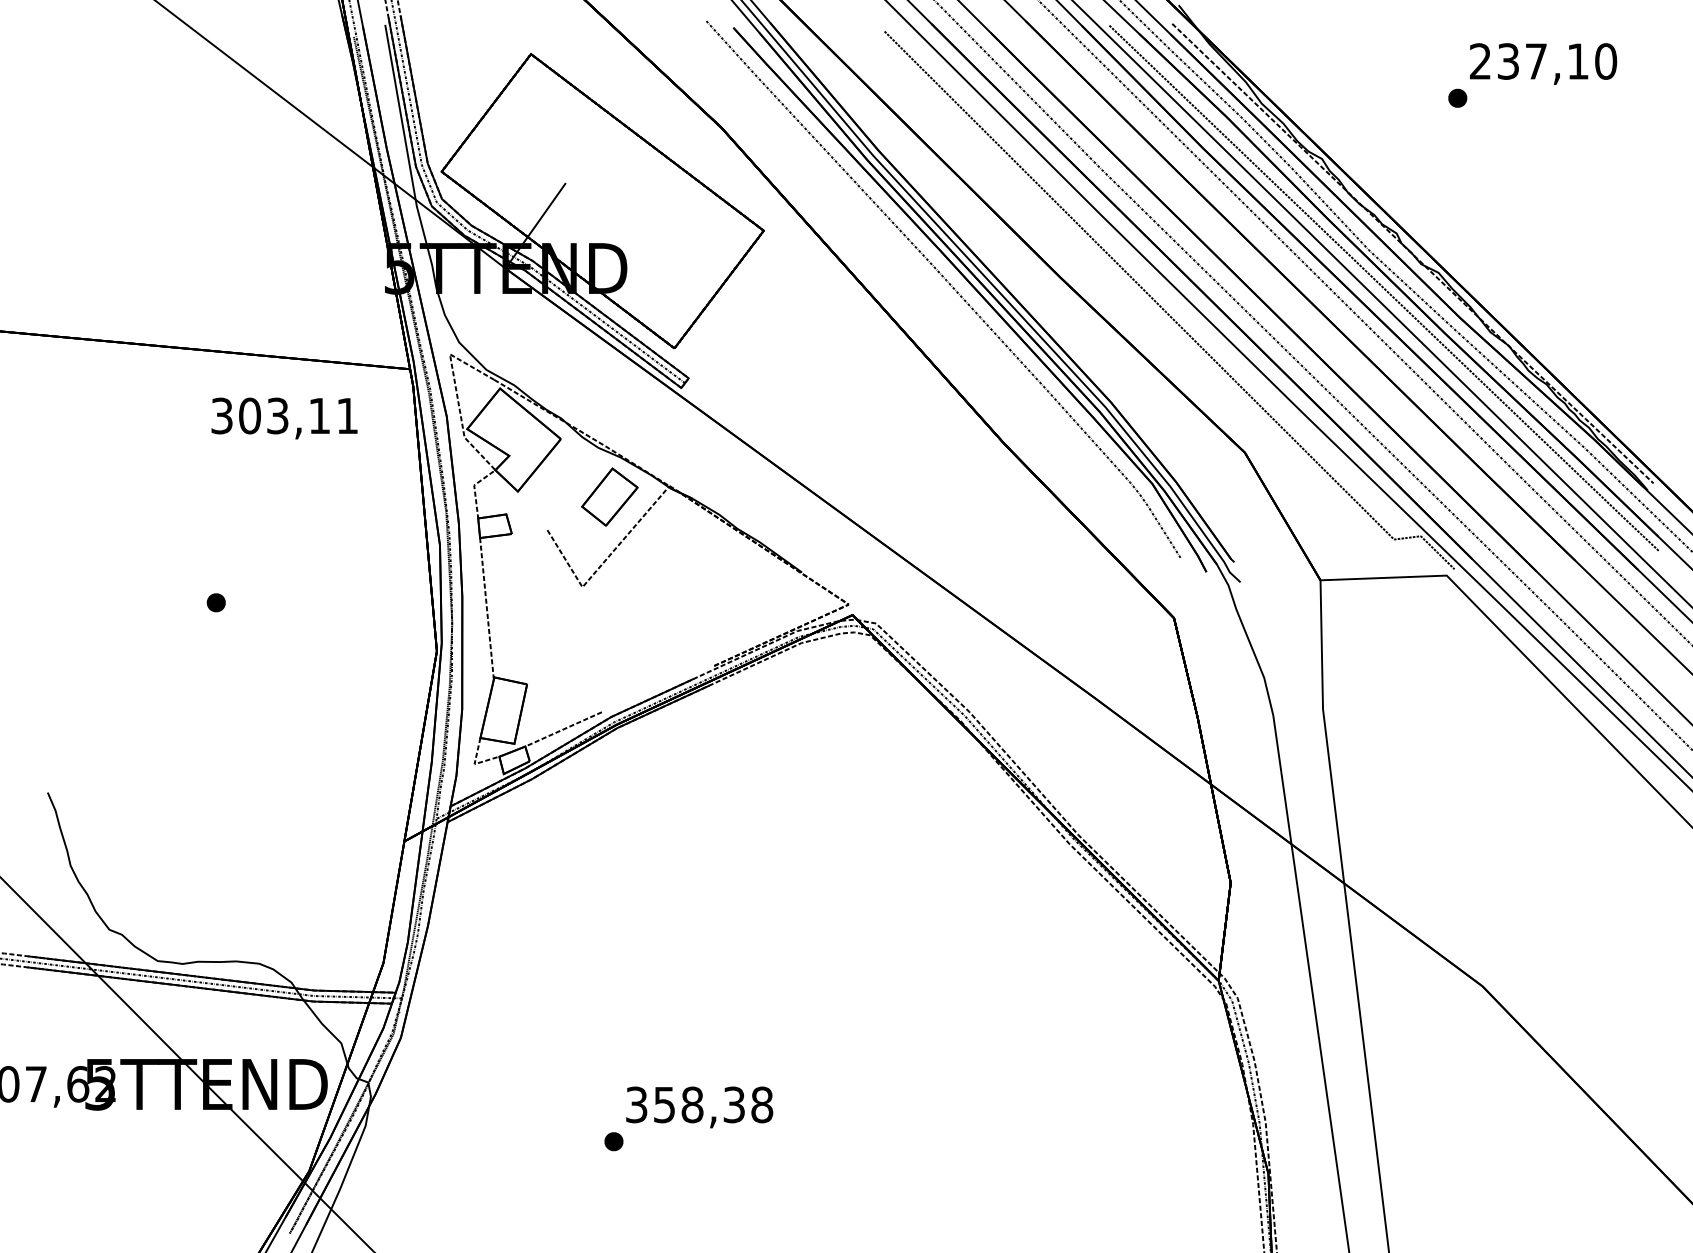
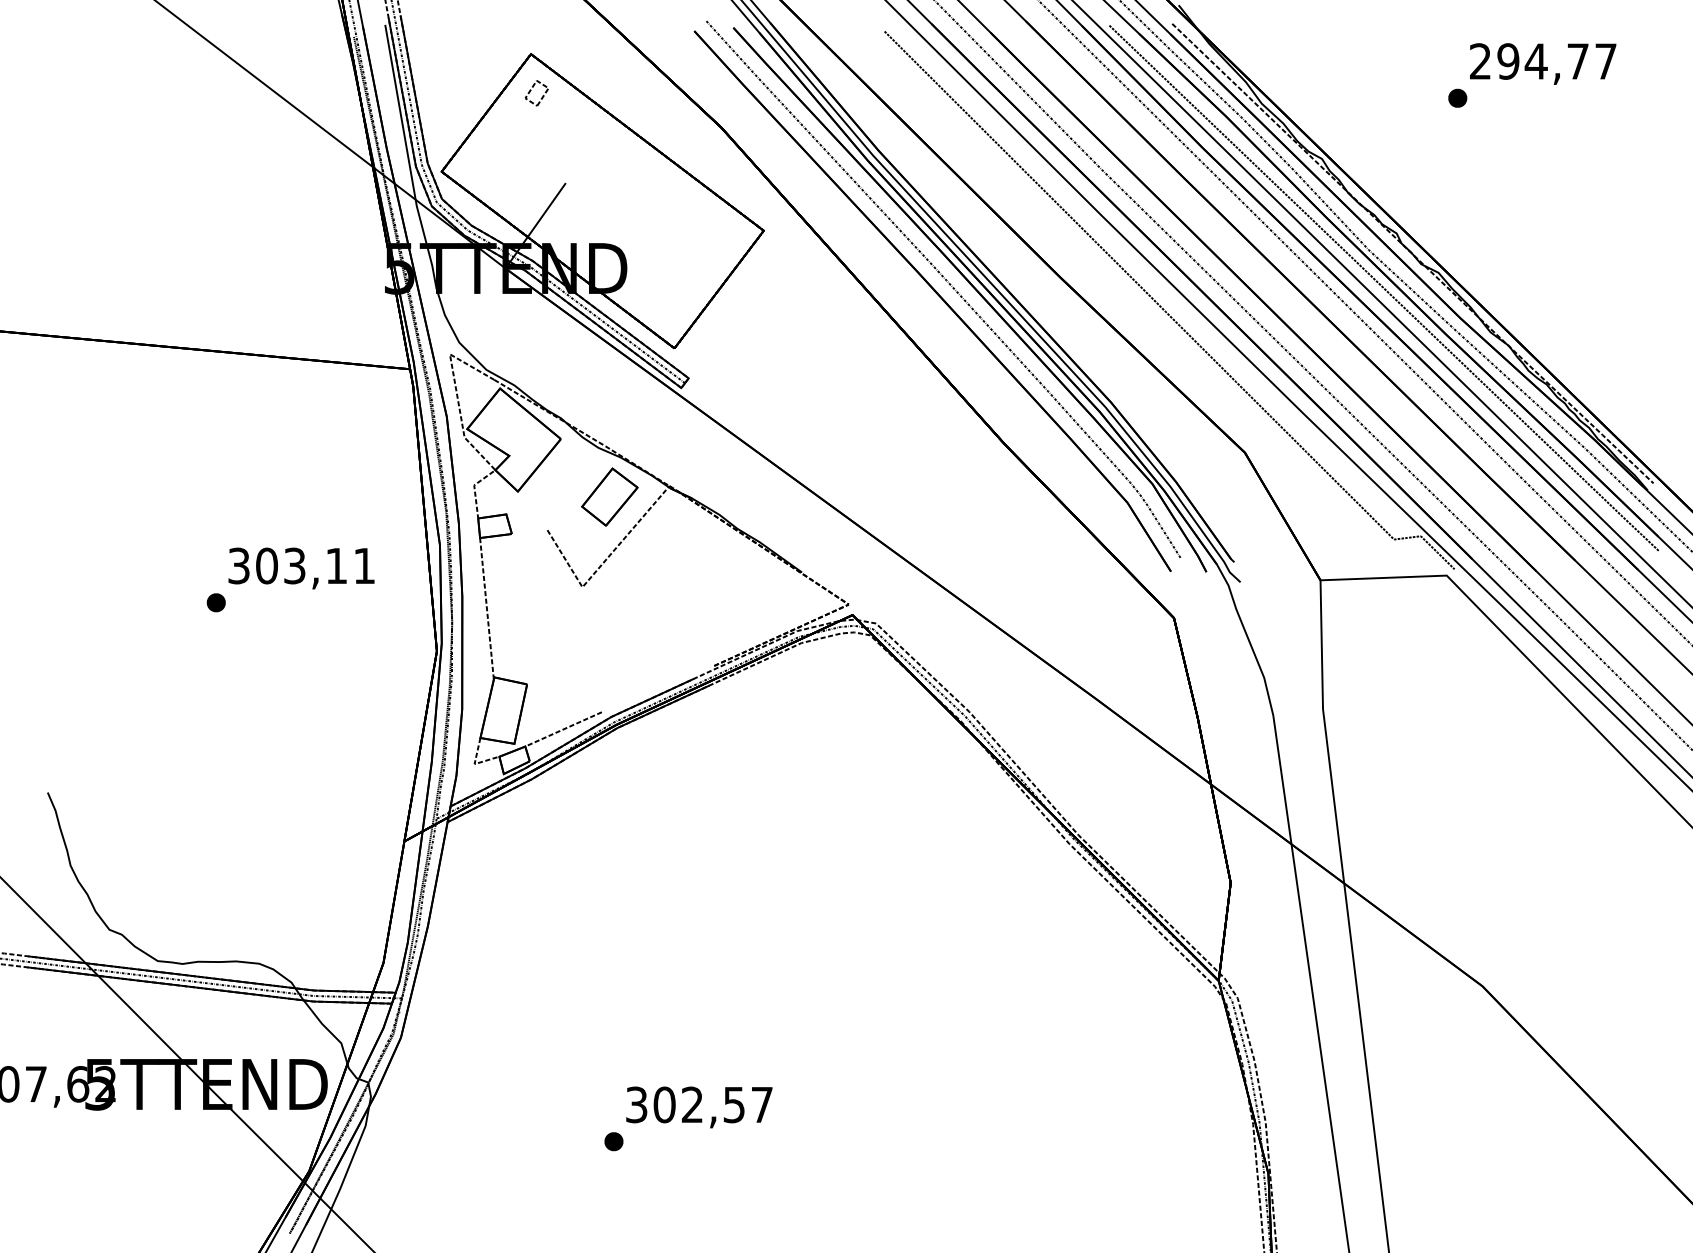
text at (1557, 61): 237,10 -> 294,77
part at (536, 93): none -> present
part at (937, 295): none -> present
text at (284, 418) position: (284, 418) -> (301, 568)
text at (713, 1104): 358,38 -> 302,57
